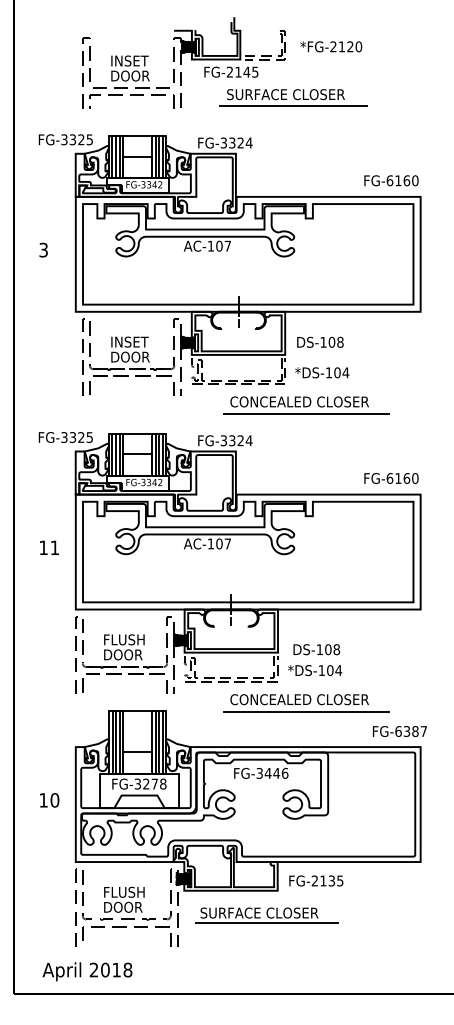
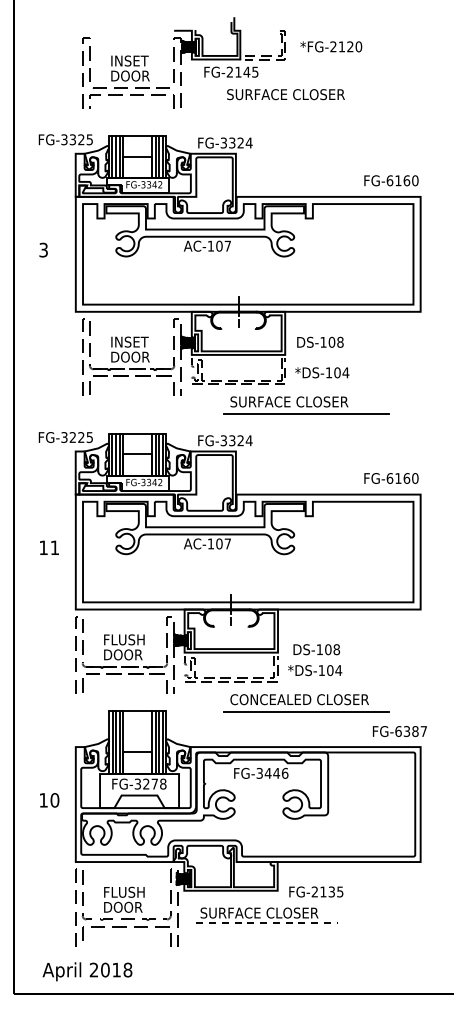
line at (293, 105): present -> none
text at (299, 401): CONCEALED CLOSER -> SURFACE CLOSER
text at (72, 437): FG-3325 -> FG-3225
text at (316, 880) position: (316, 880) -> (316, 891)
line at (267, 923): solid -> dashed
